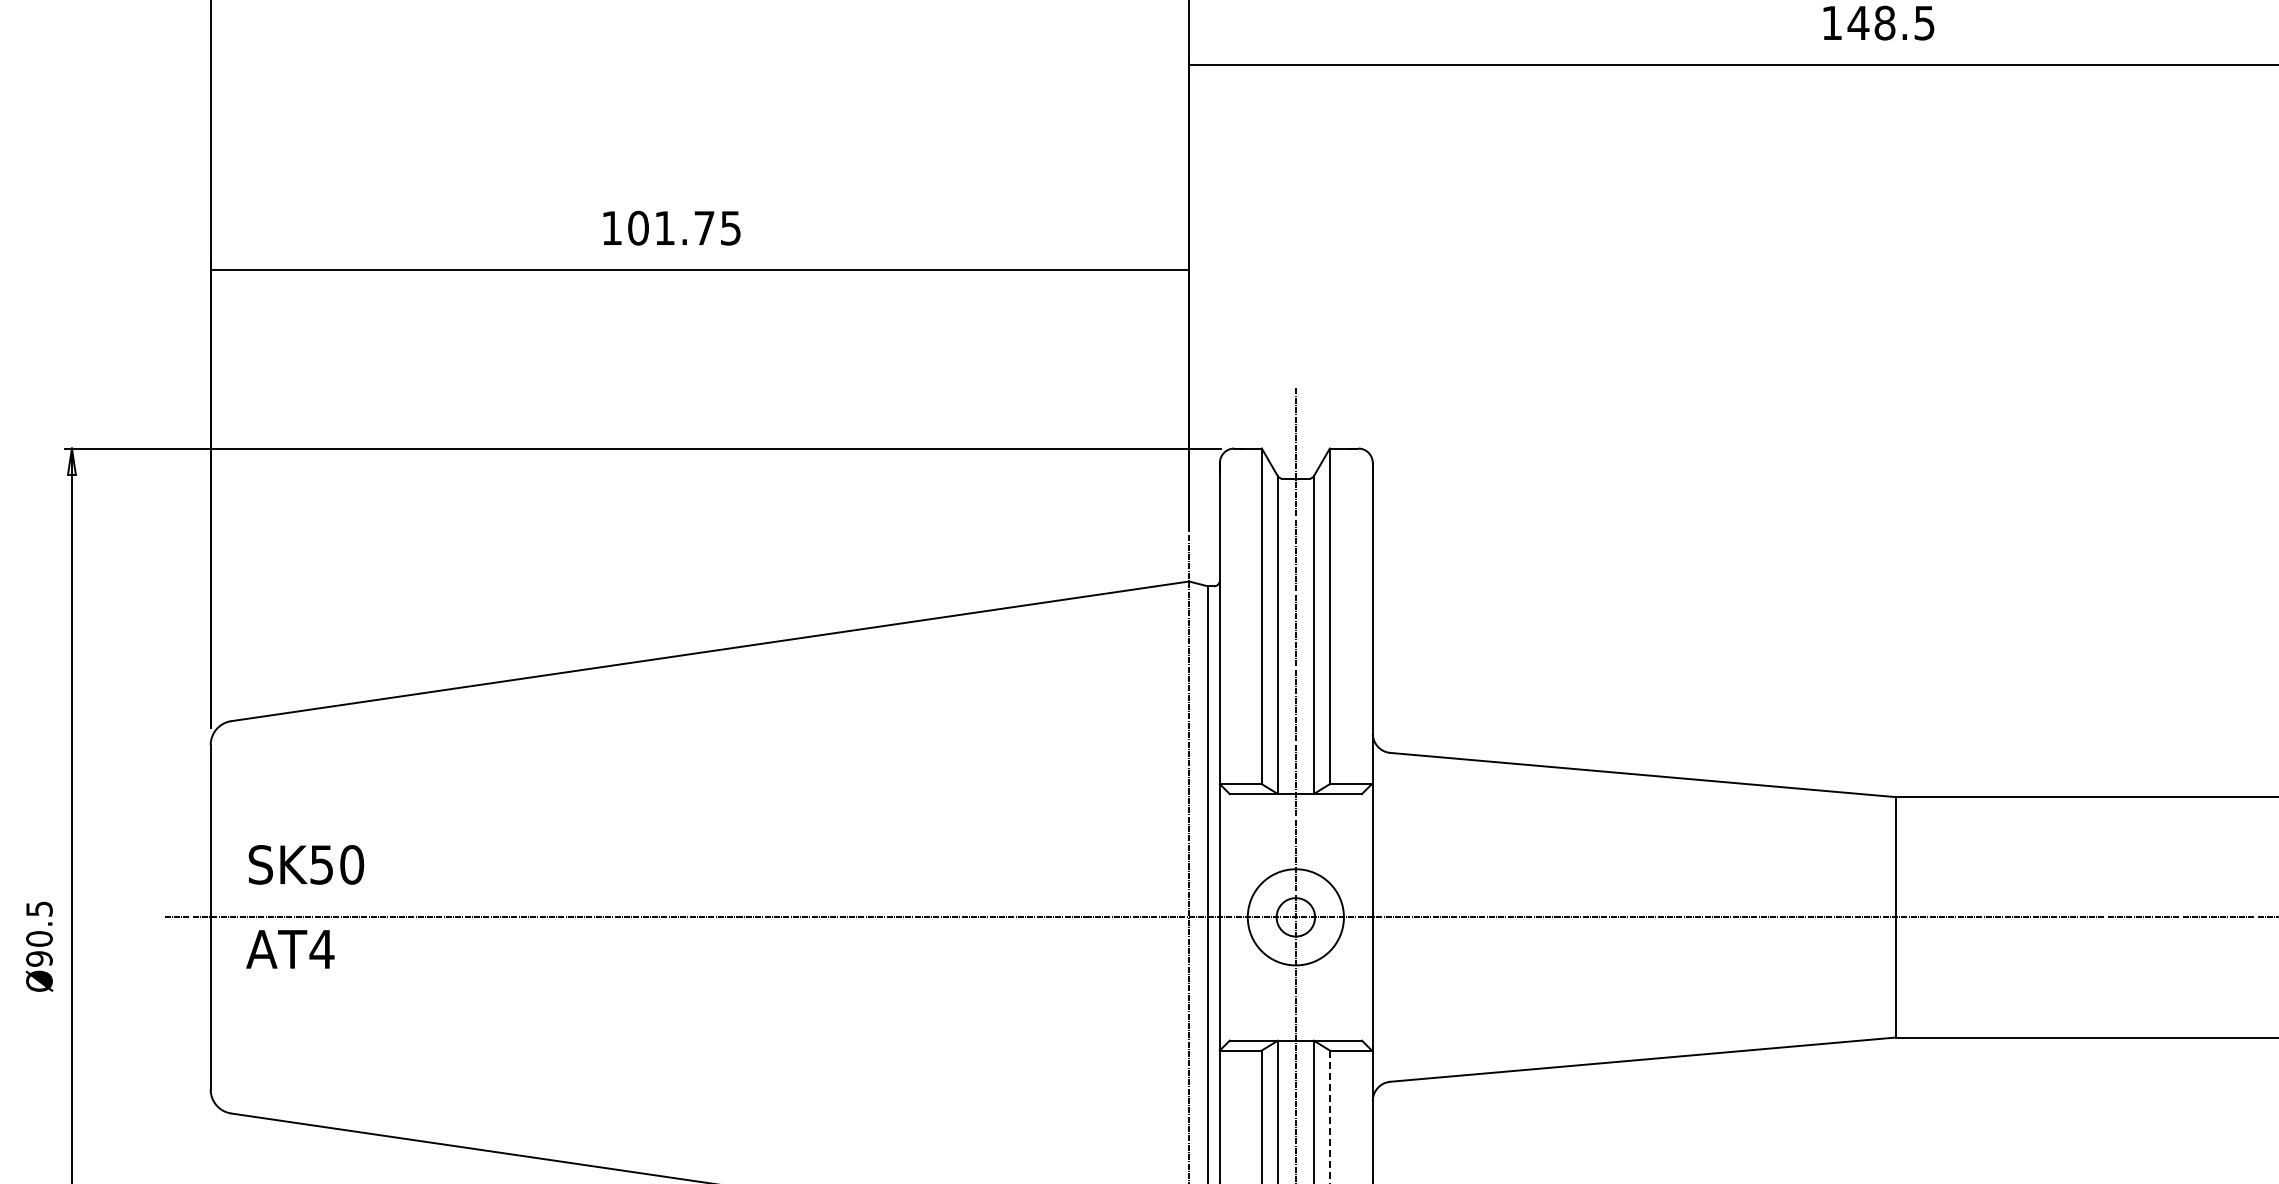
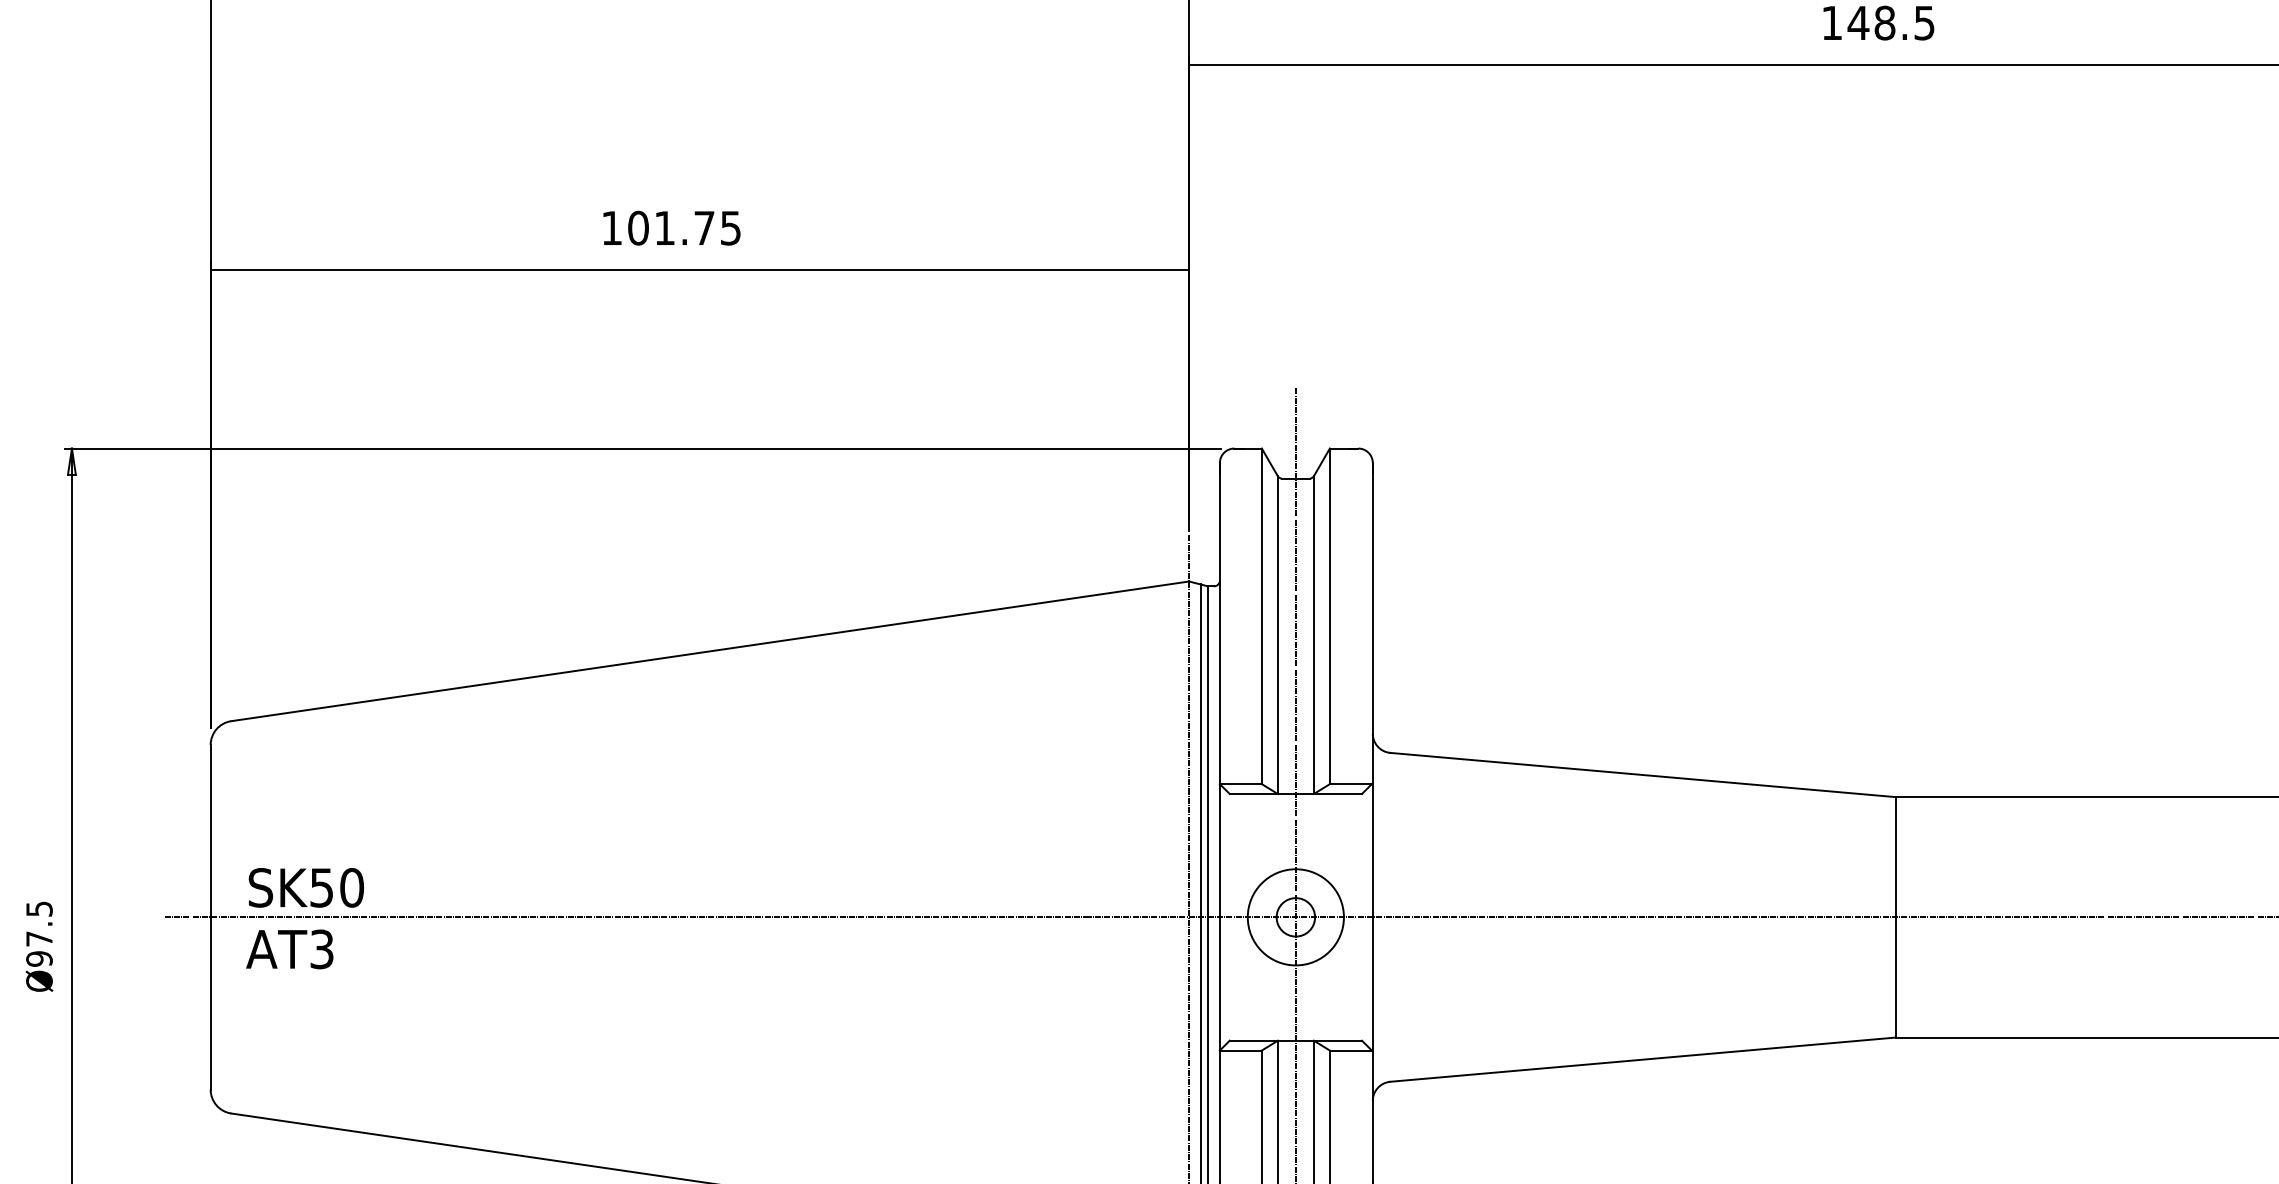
text at (306, 864) position: (306, 864) -> (306, 887)
line at (1200, 882): none -> present
text at (39, 938): Ø90.5 -> Ø97.5
text at (321, 949): AT4 -> AT3
line at (1329, 1117): dashed -> solid
